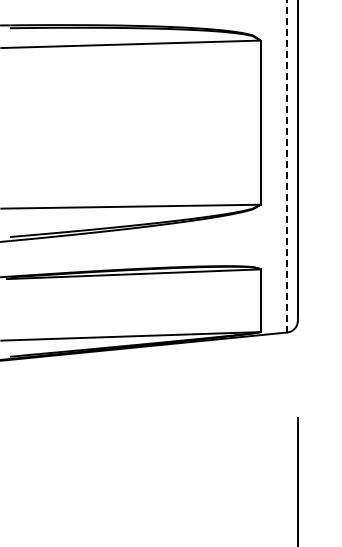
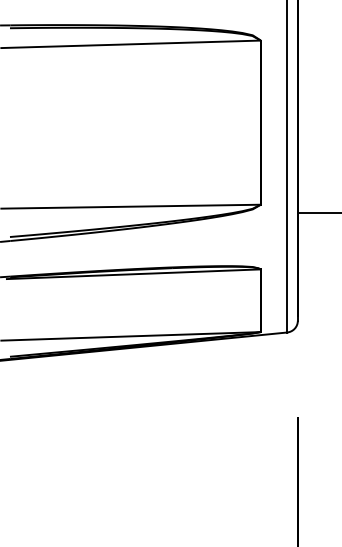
line at (287, 166): dashed -> solid
line at (317, 213): none -> present
